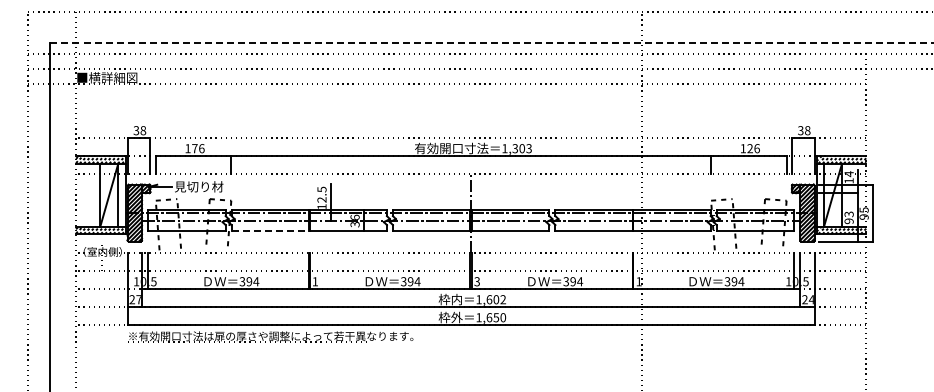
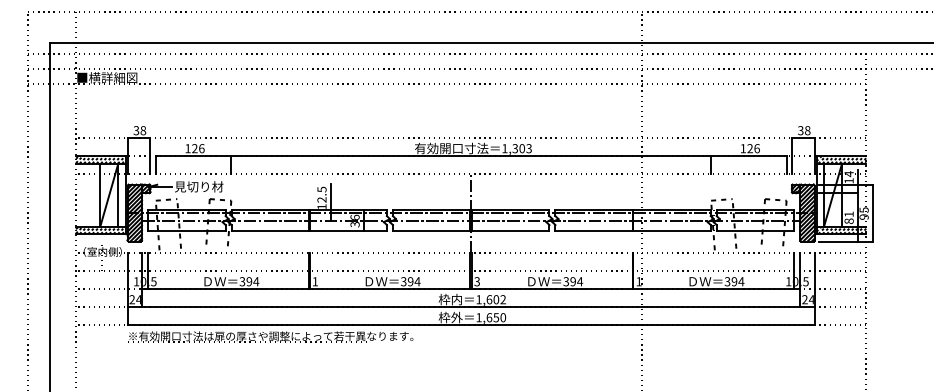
line at (492, 43): dashed -> solid
text at (194, 148): 176 -> 126
text at (848, 217): 93 -> 81
line at (270, 231): dashed -> solid
text at (138, 299): 27 -> 24
